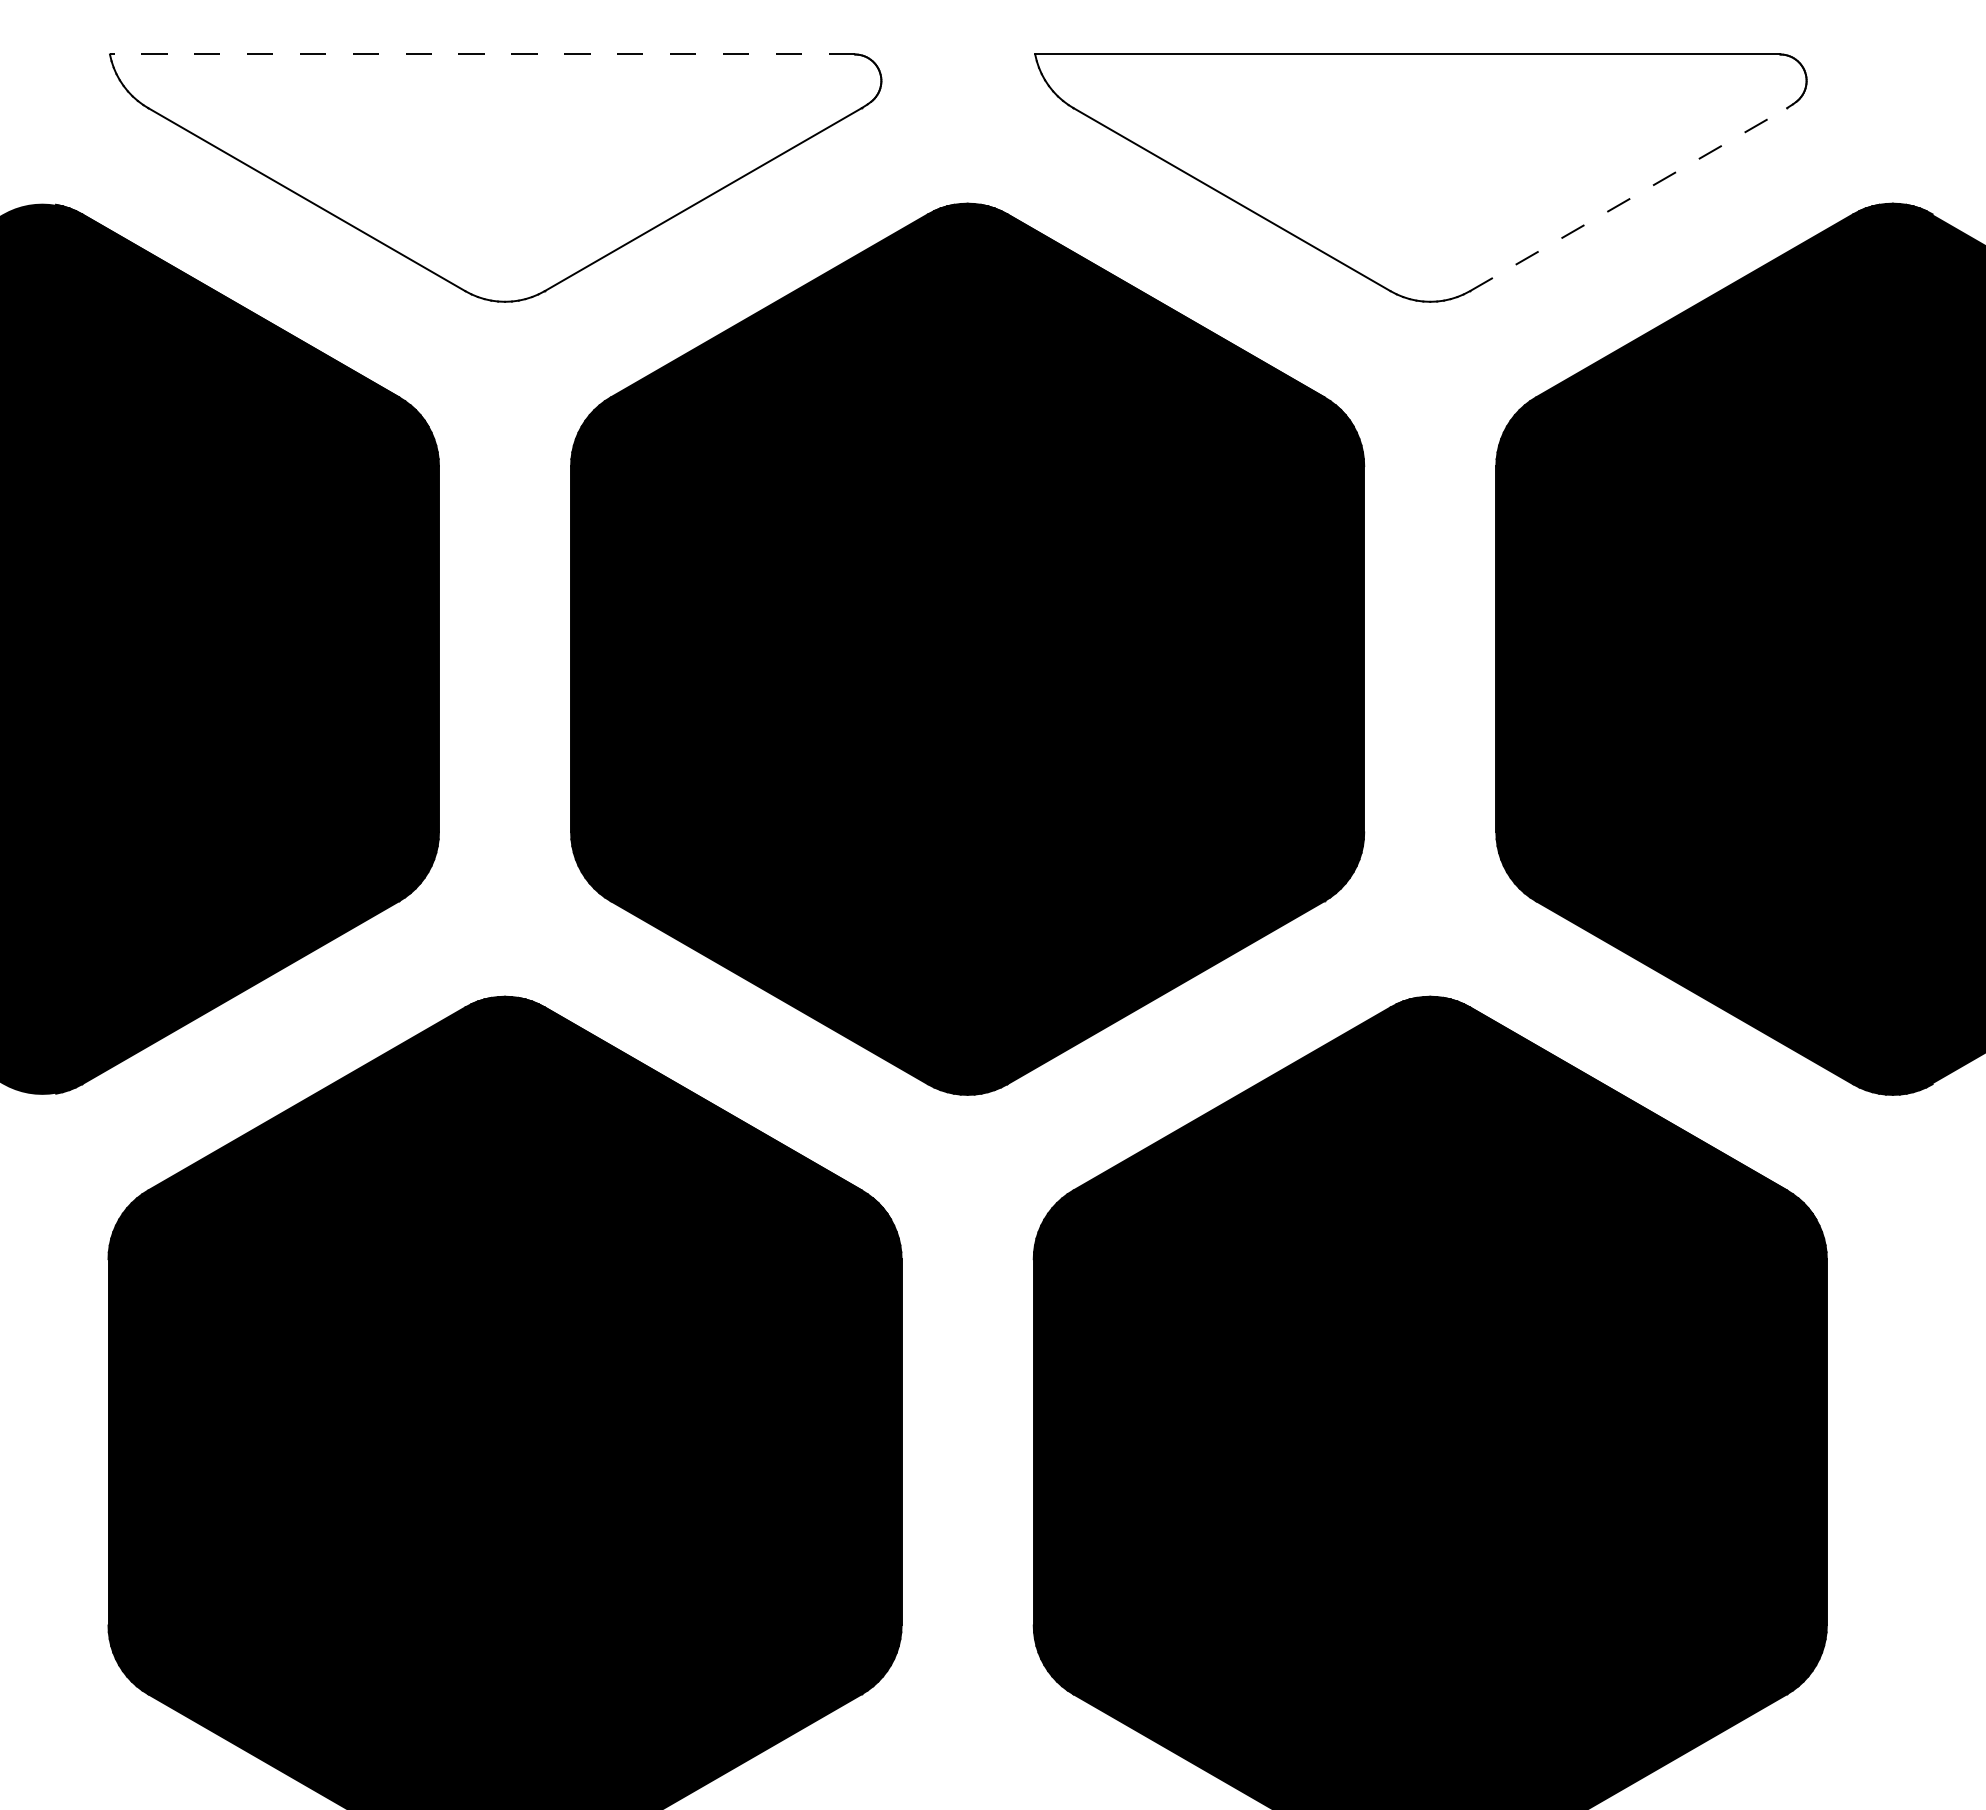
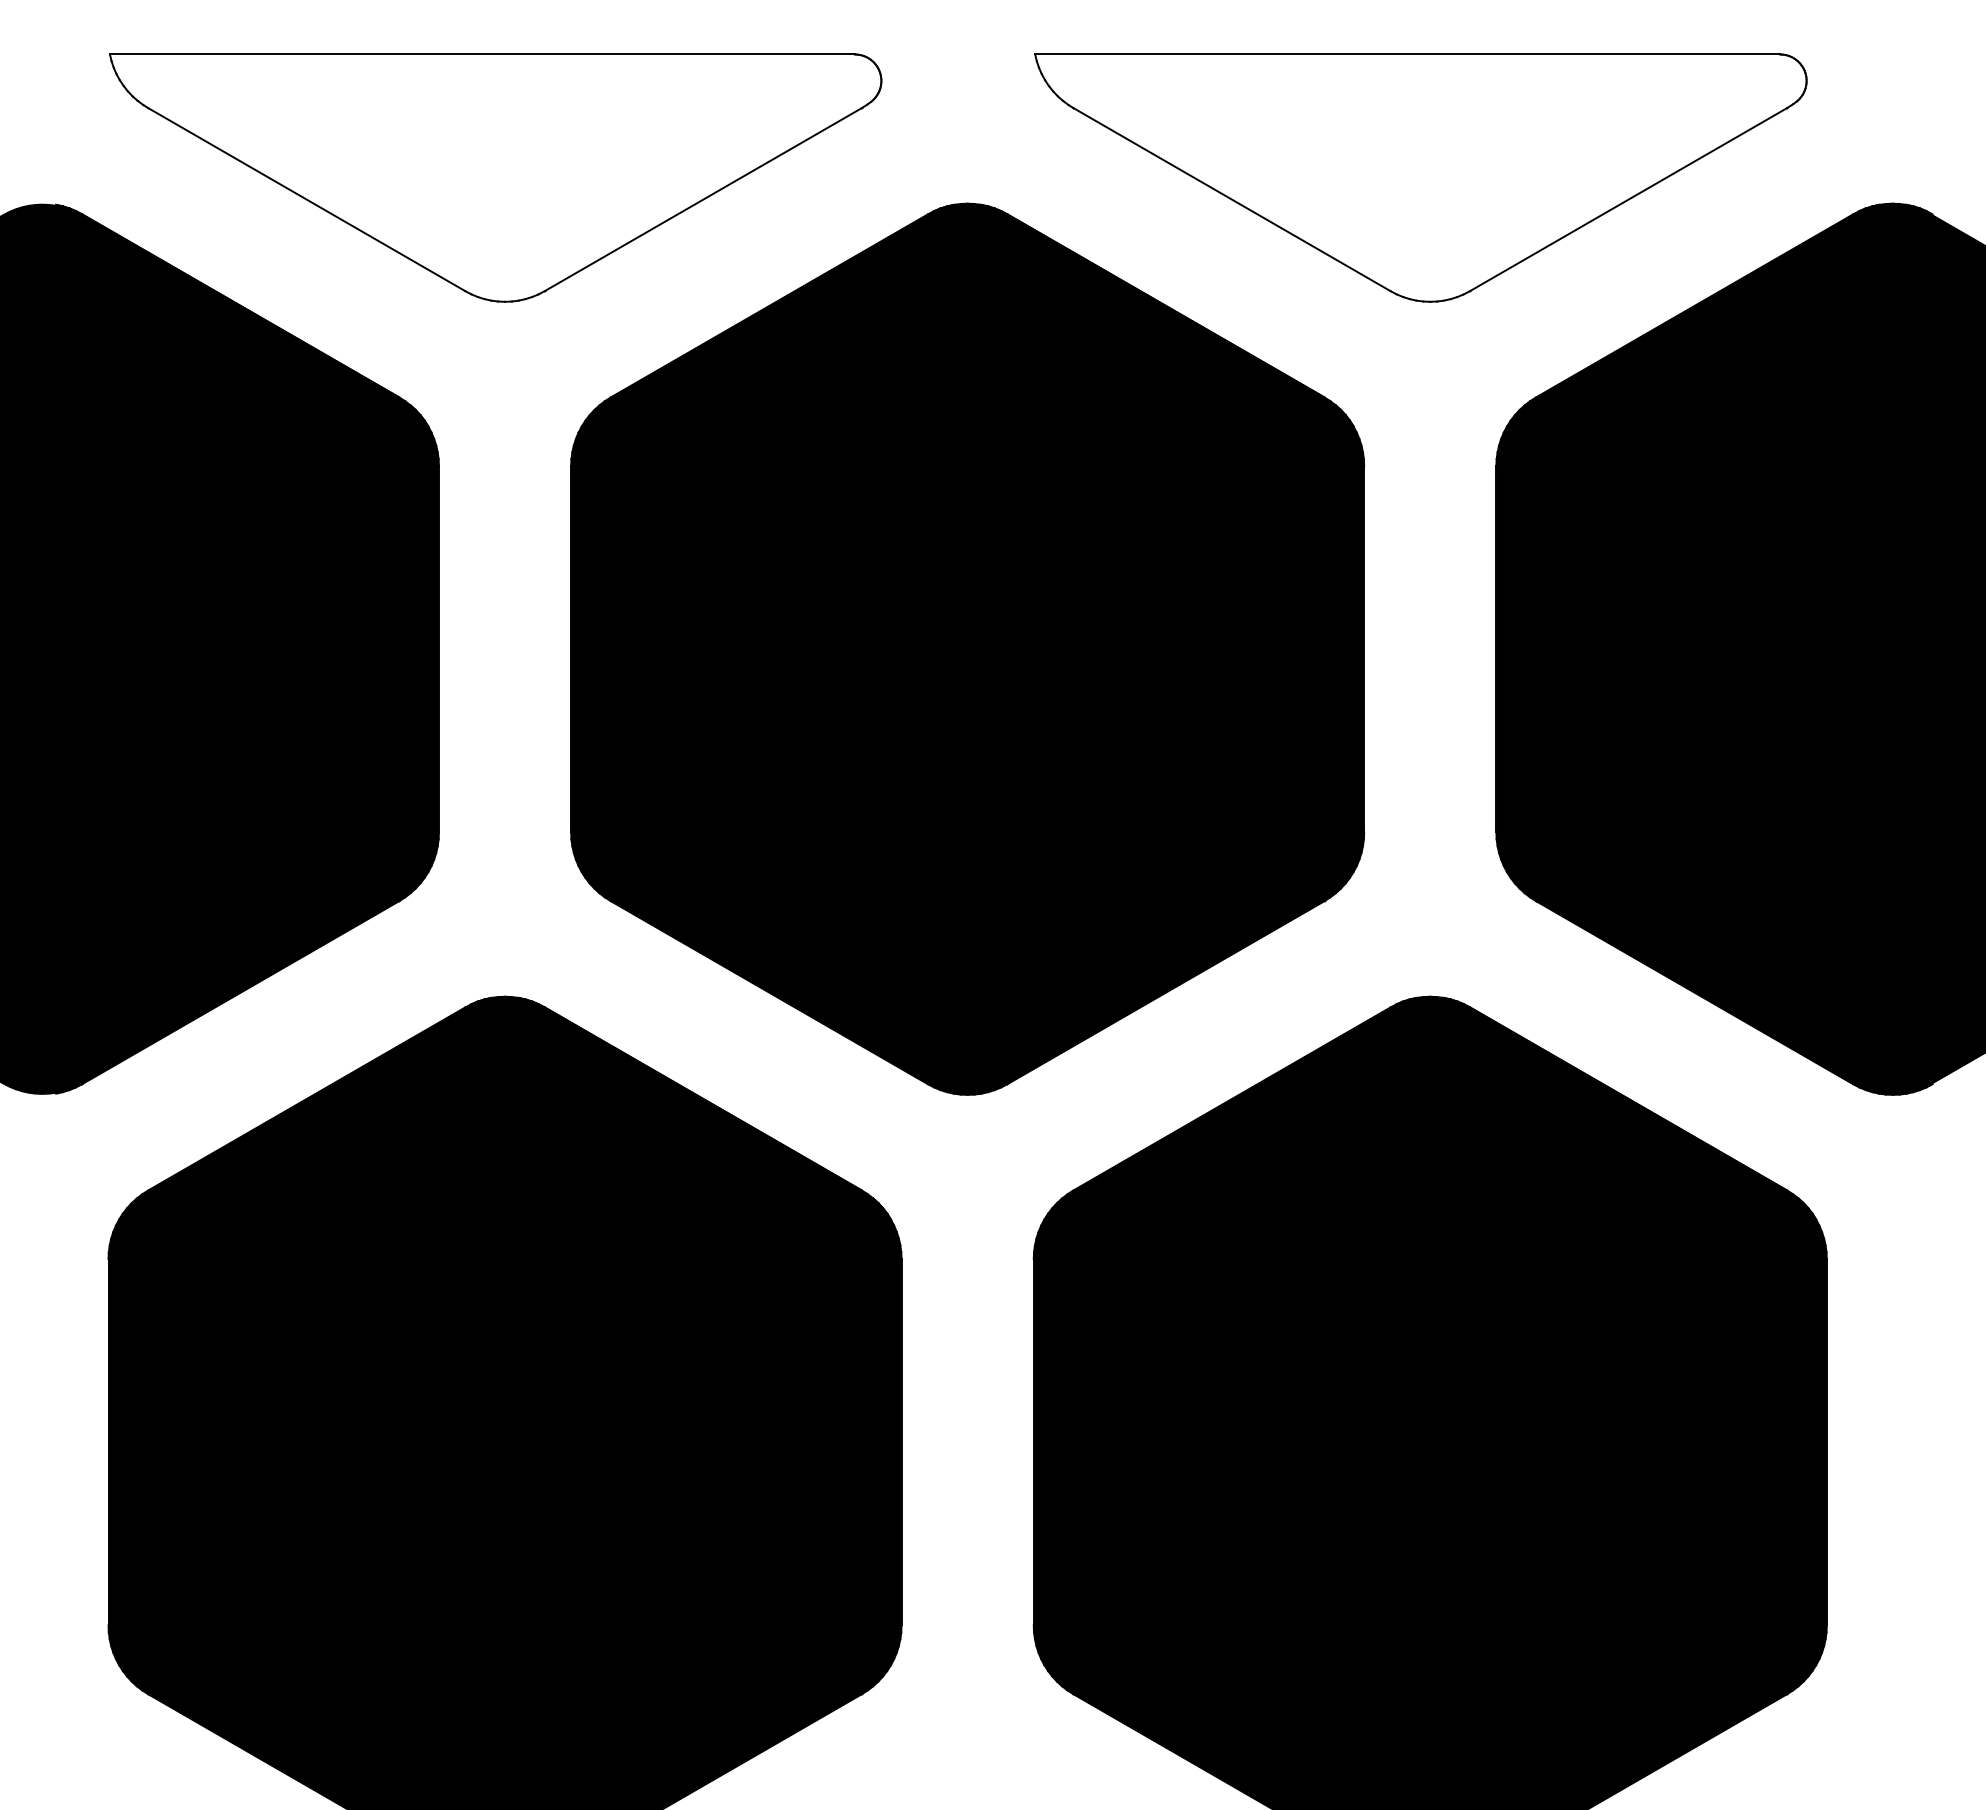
line at (481, 54): dashed -> solid
line at (1628, 199): dashed -> solid
